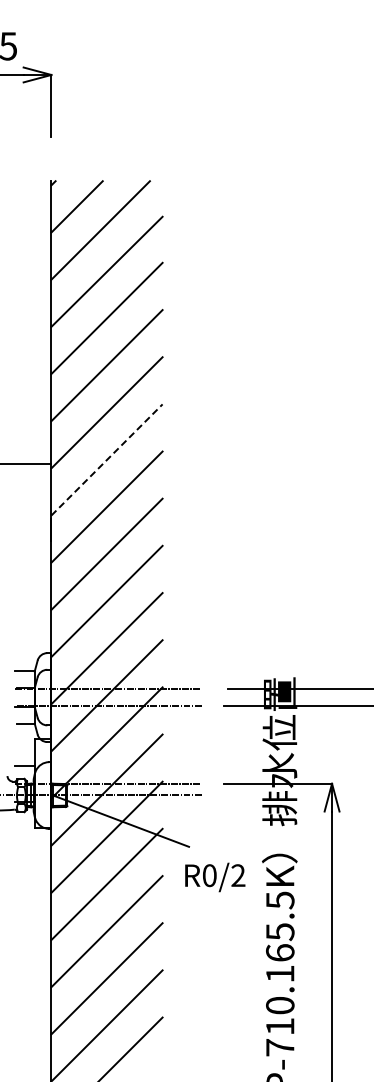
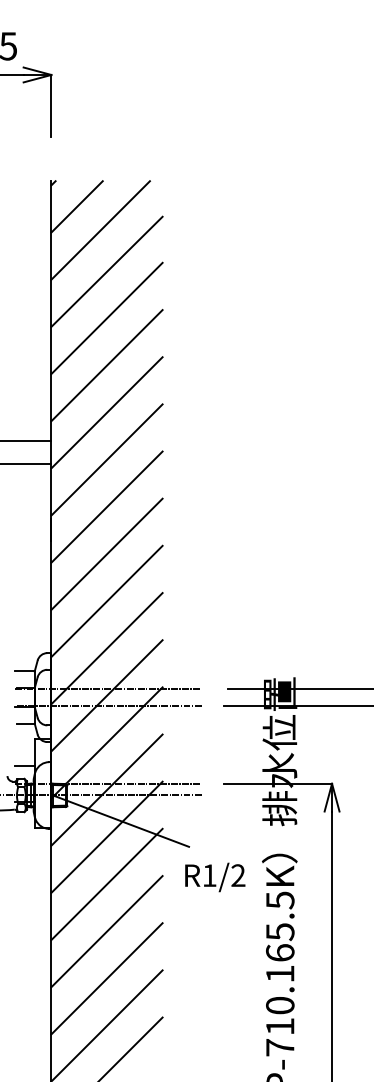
line at (26, 441): none -> present
line at (107, 459): dashed -> solid
text at (209, 875): R0/2 -> R1/2
